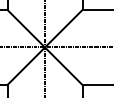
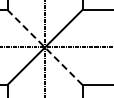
line at (45, 47): solid -> dashed
